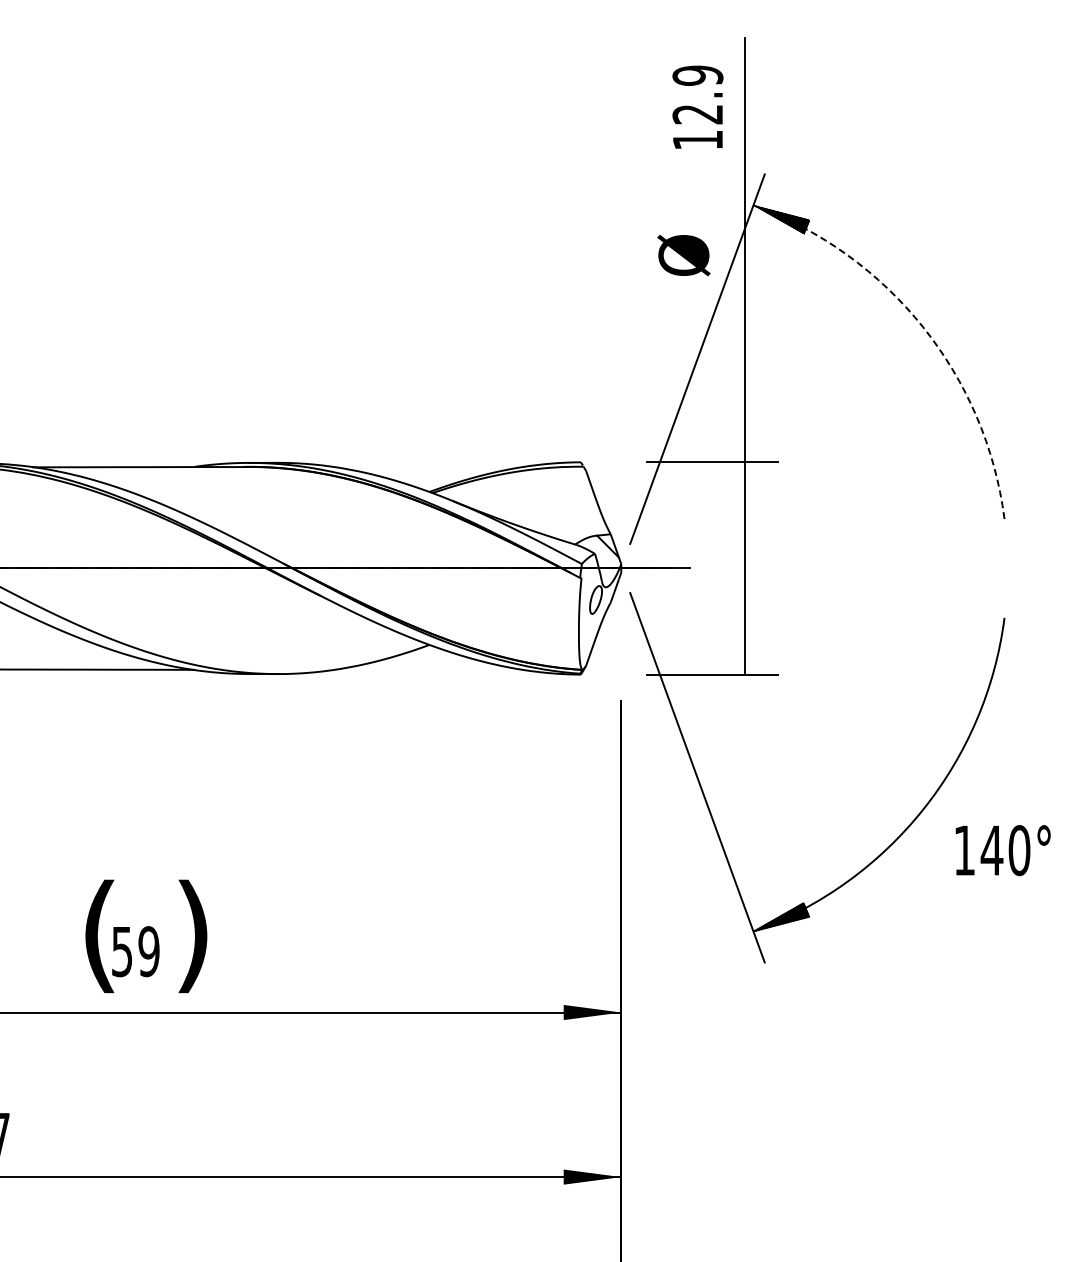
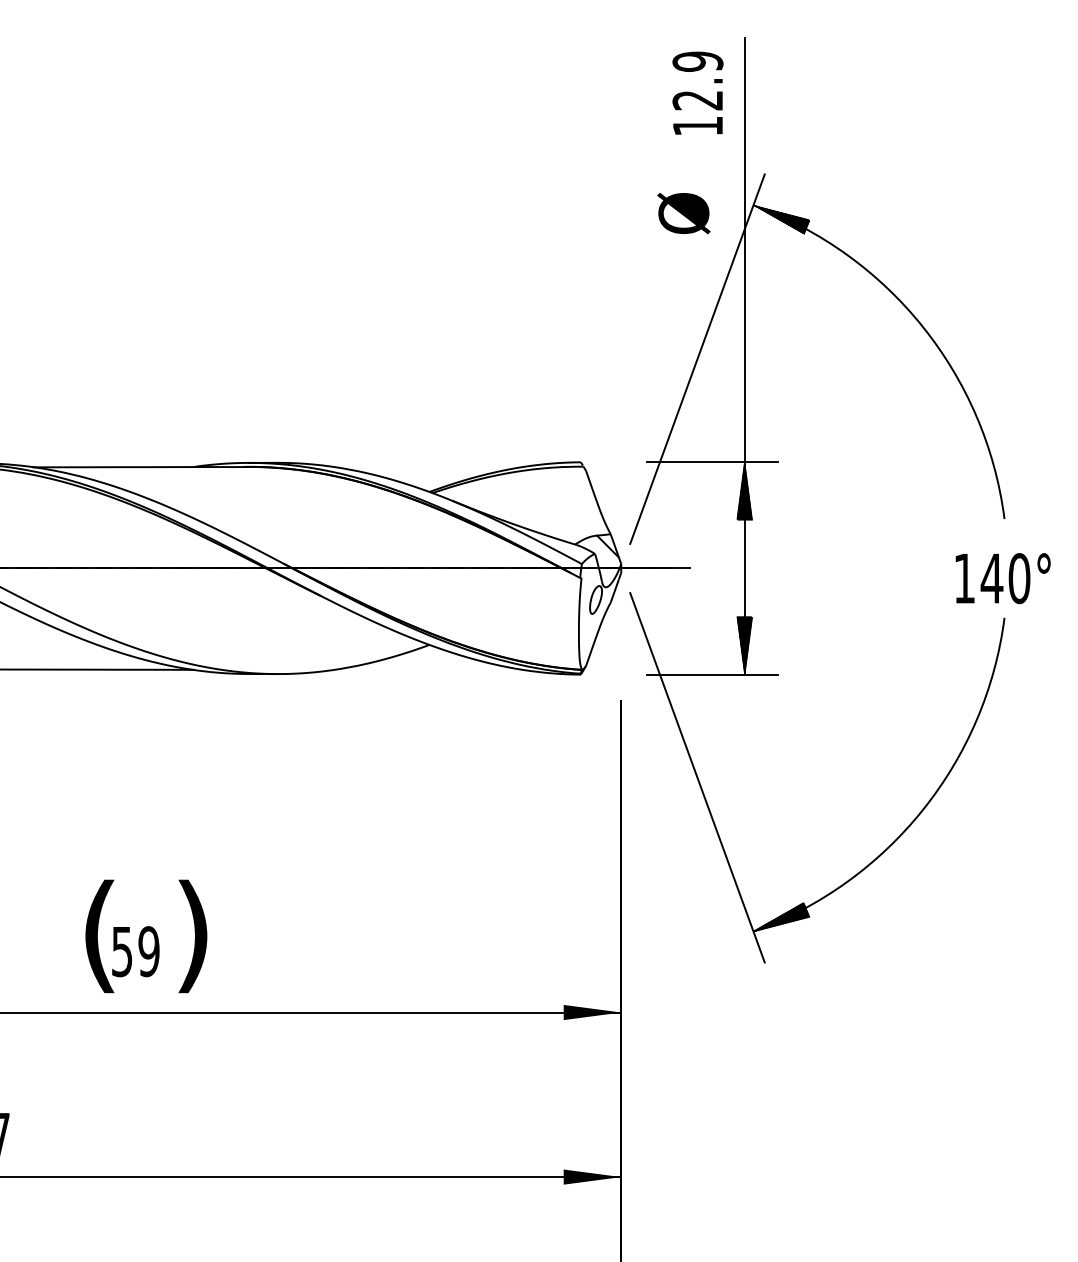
text at (697, 106) position: (697, 106) -> (697, 92)
text at (683, 255) position: (683, 255) -> (683, 213)
arc at (922, 327): dashed -> solid
hatch at (744, 490): none -> present
hatch at (744, 645): none -> present
text at (1002, 850) position: (1002, 850) -> (1002, 578)
